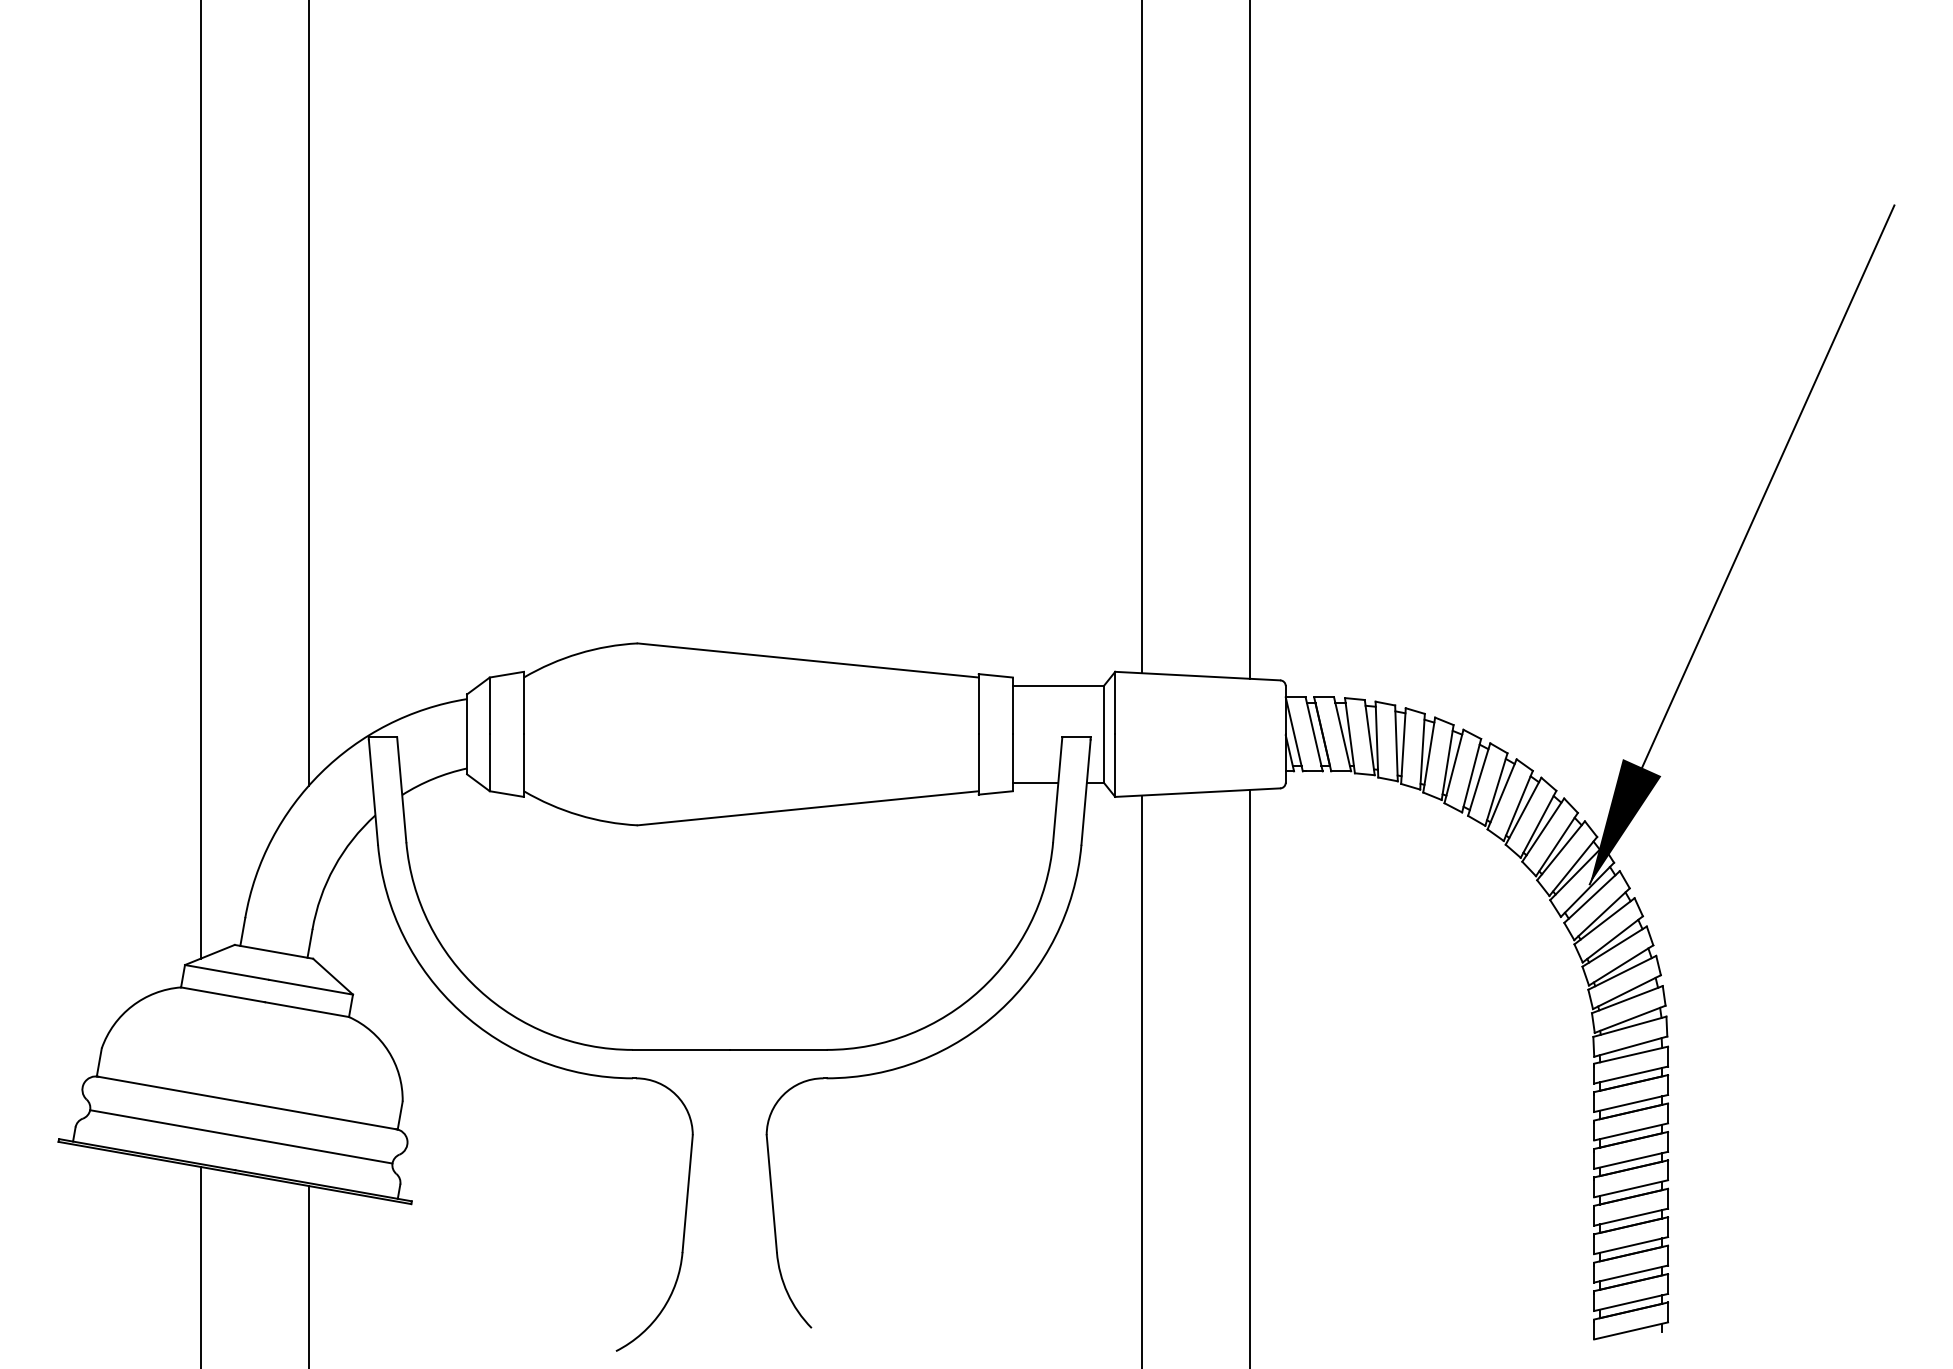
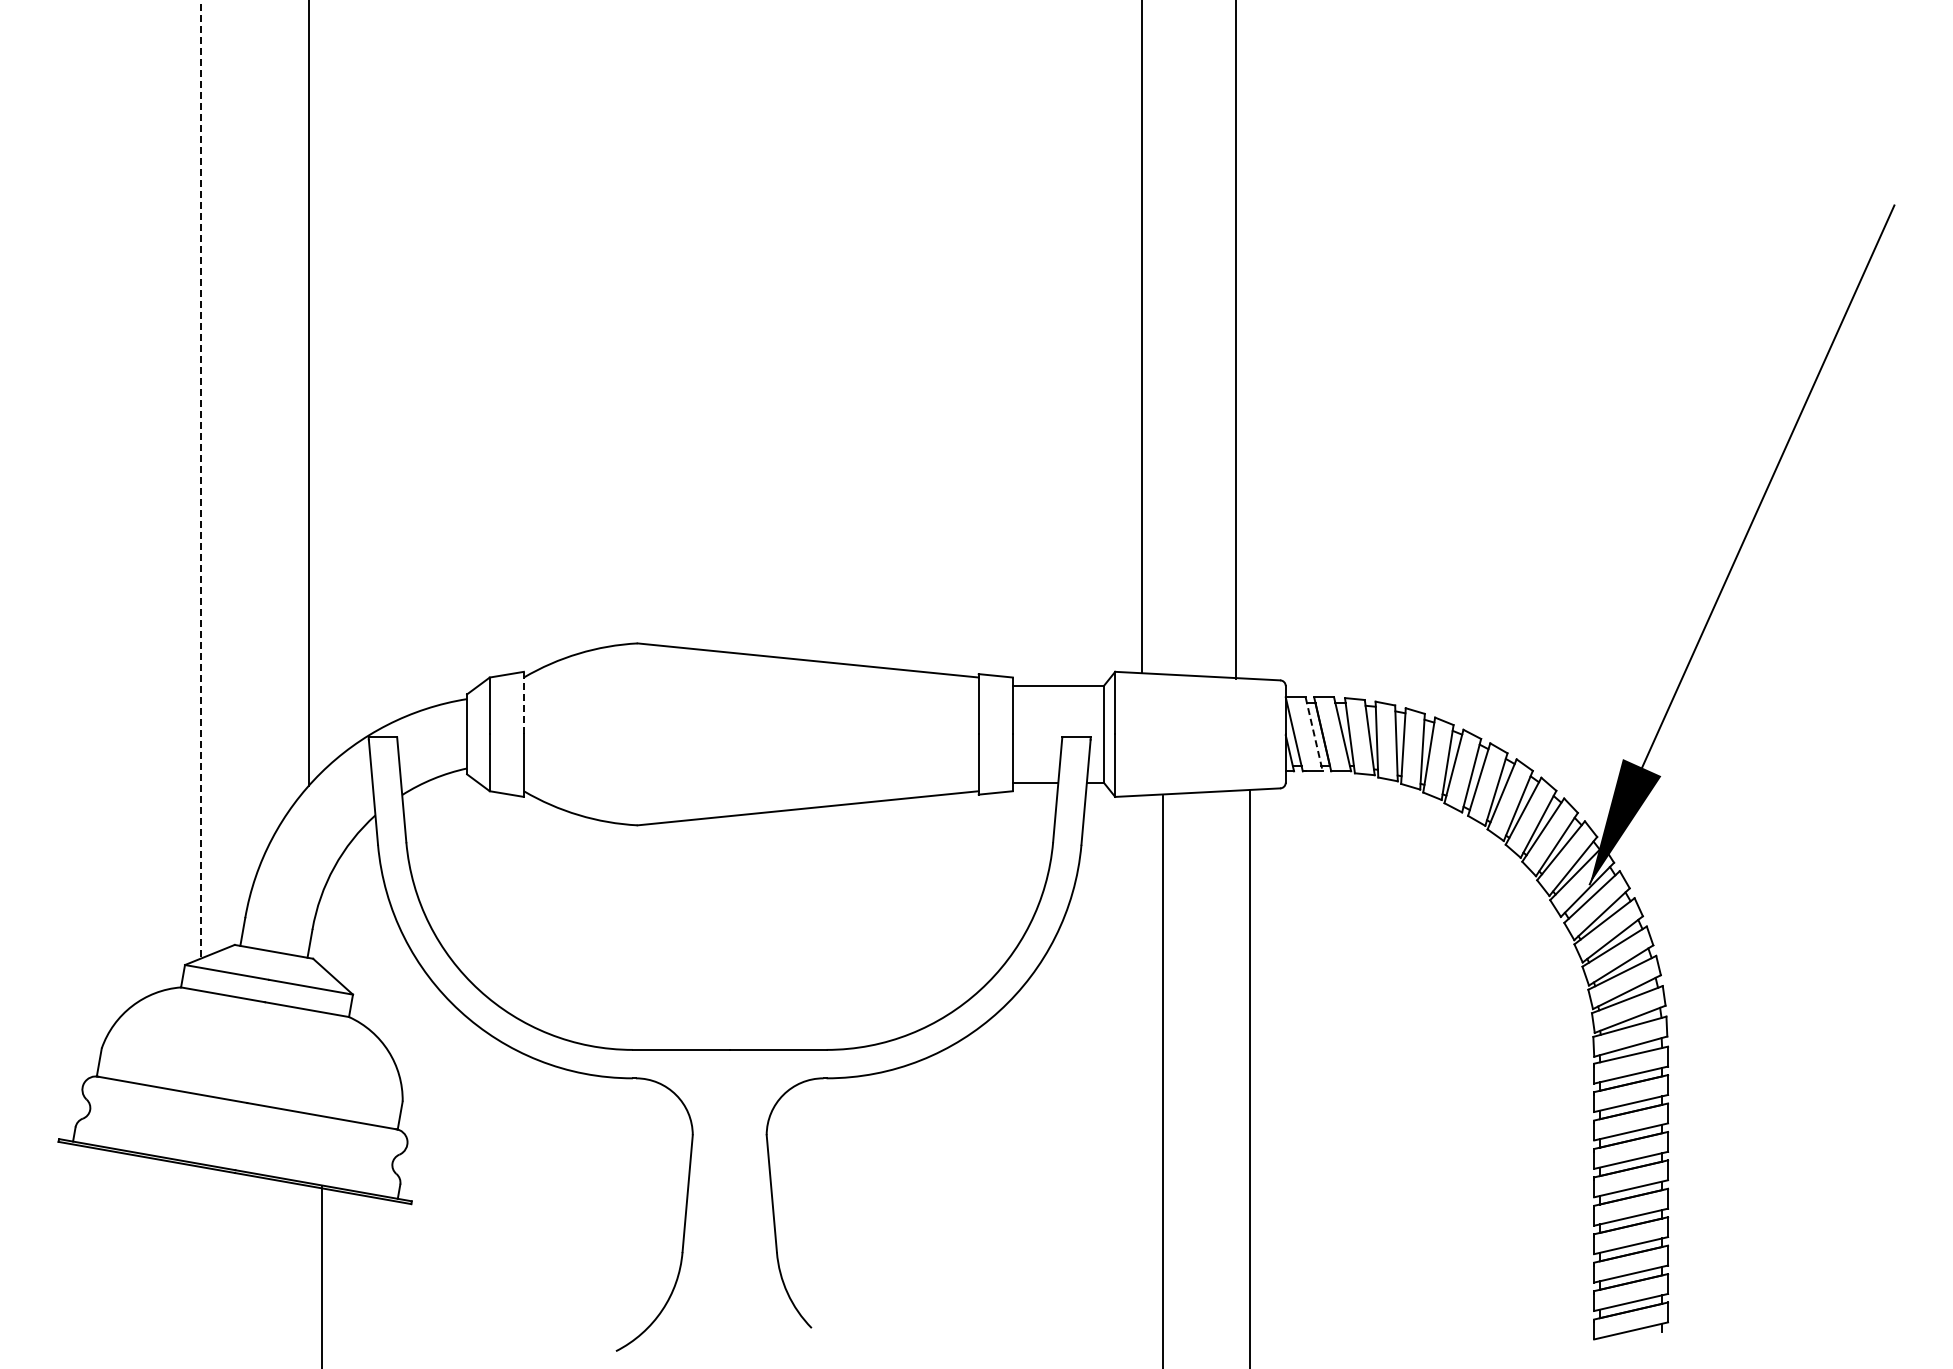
line at (1250, 340) position: (1250, 340) -> (1236, 340)
line at (200, 479): solid -> dashed
line at (523, 703): solid -> dashed
line at (1314, 734): solid -> dashed
line at (1142, 1080) position: (1142, 1080) -> (1163, 1080)
line at (241, 1136): present -> none
line at (200, 1265): present -> none
line at (308, 1275) position: (308, 1275) -> (321, 1275)
